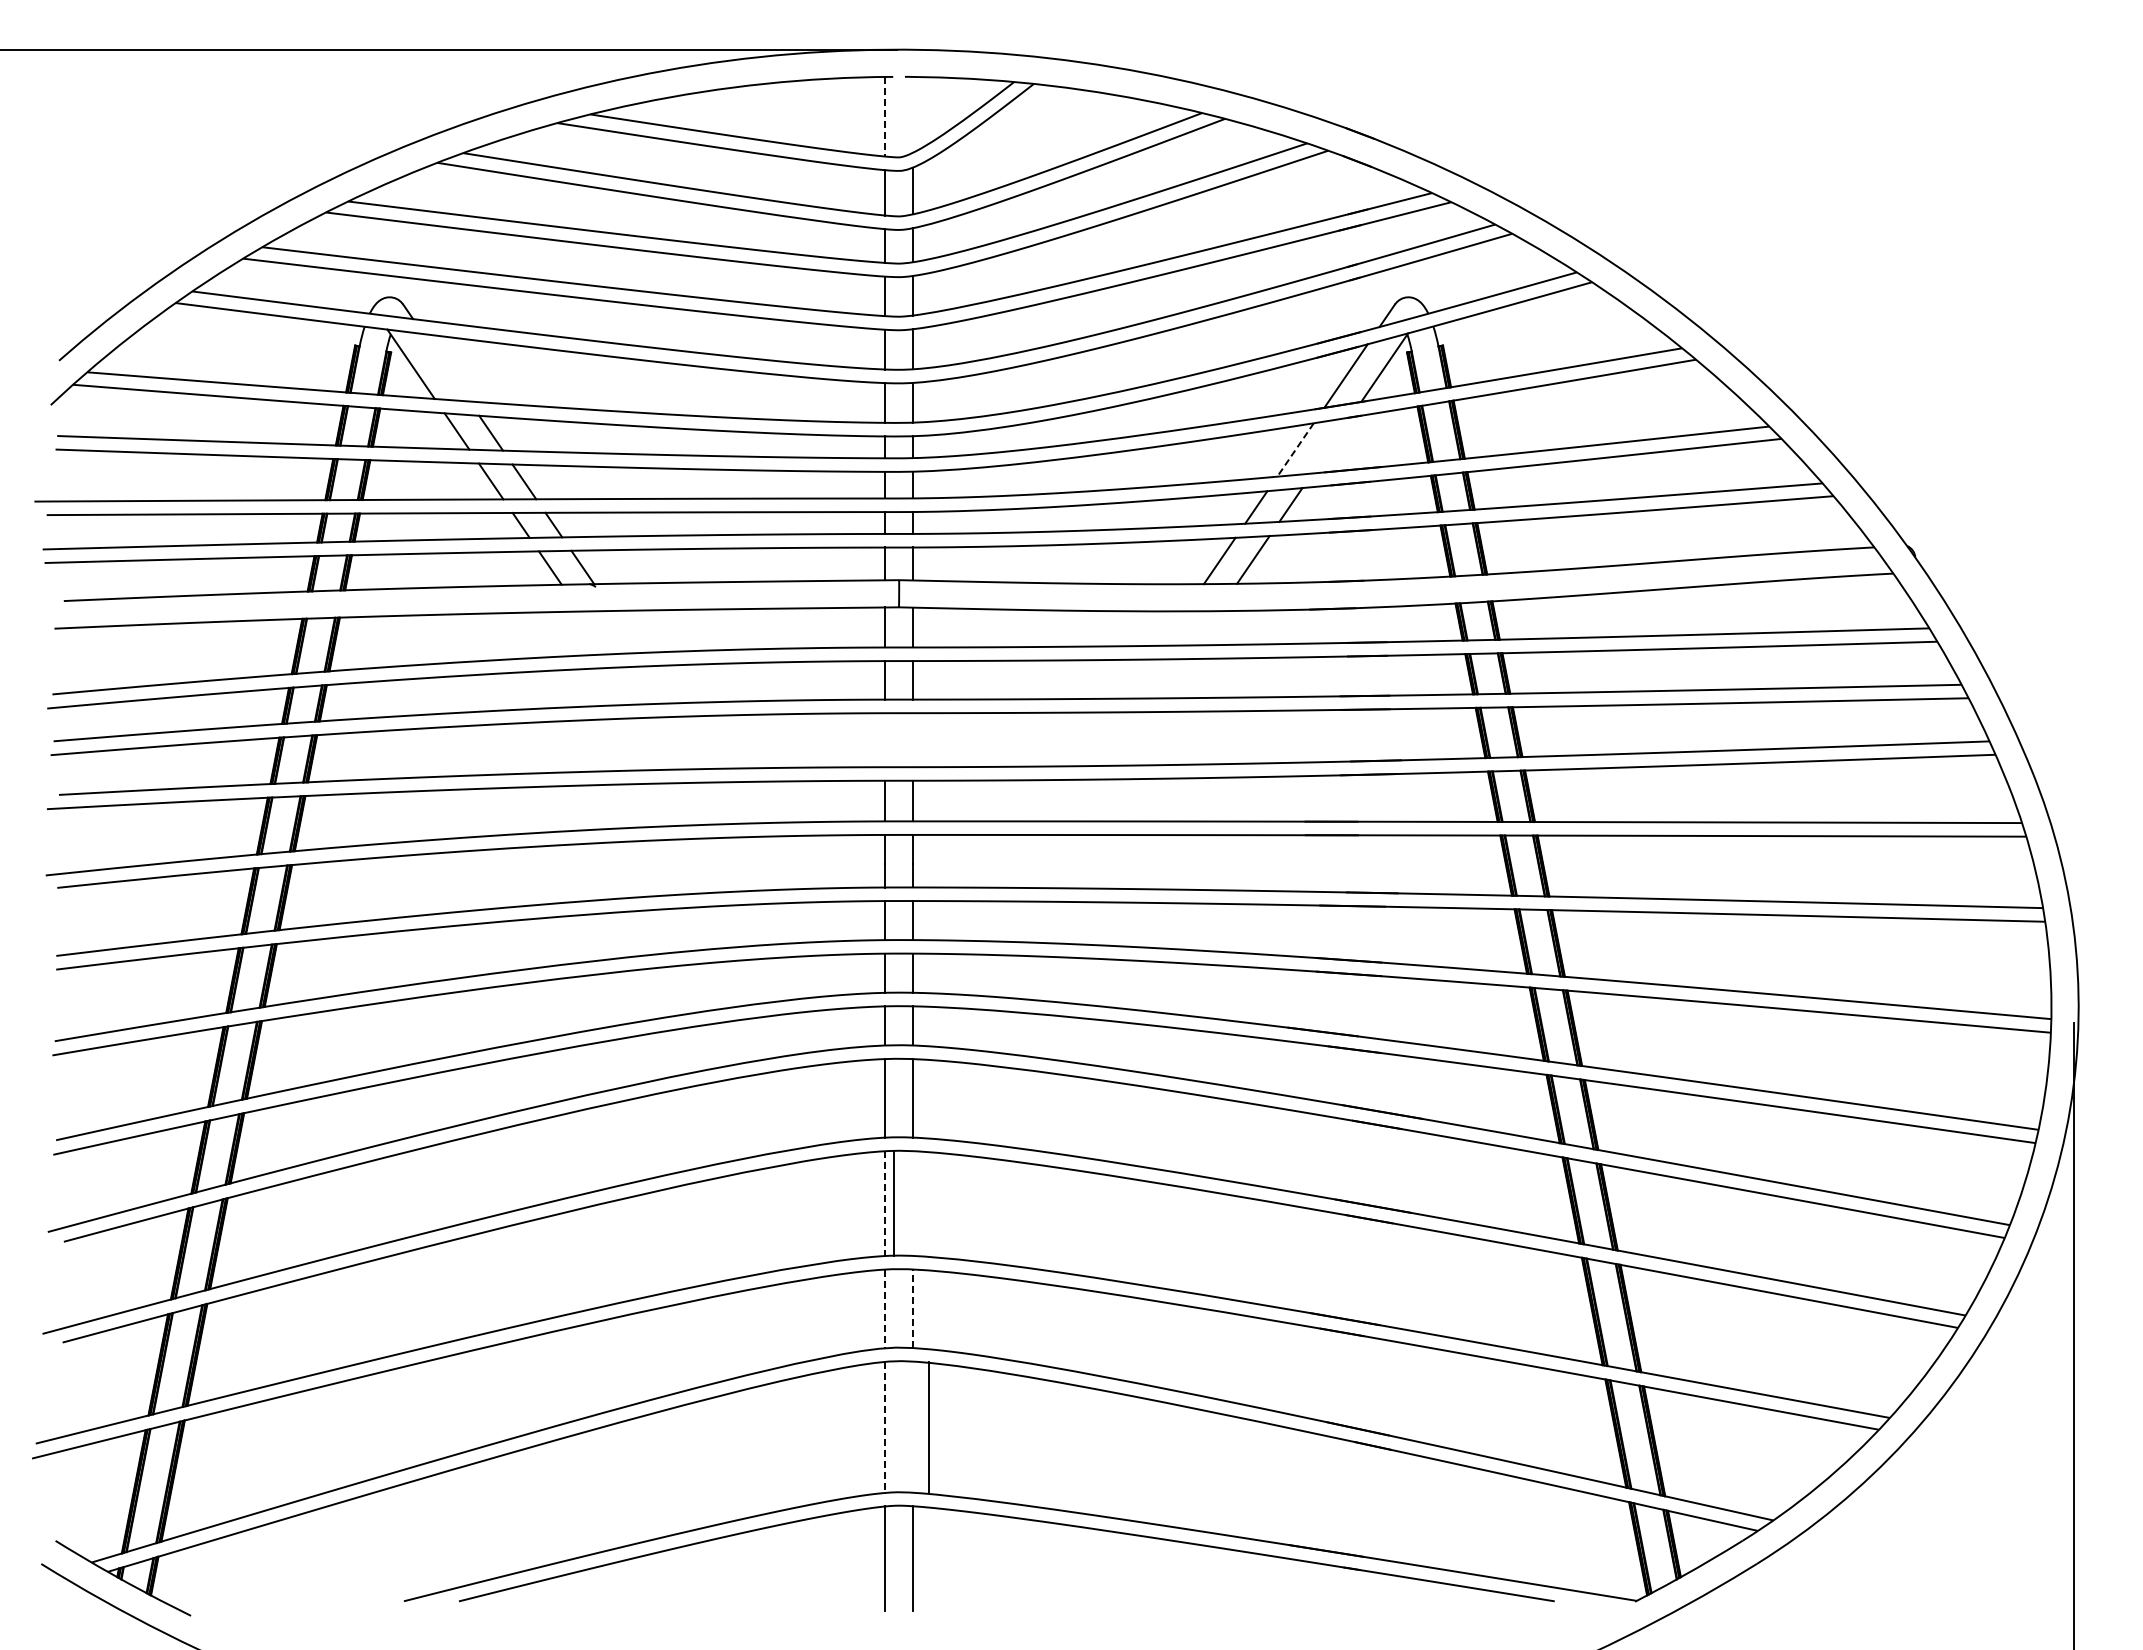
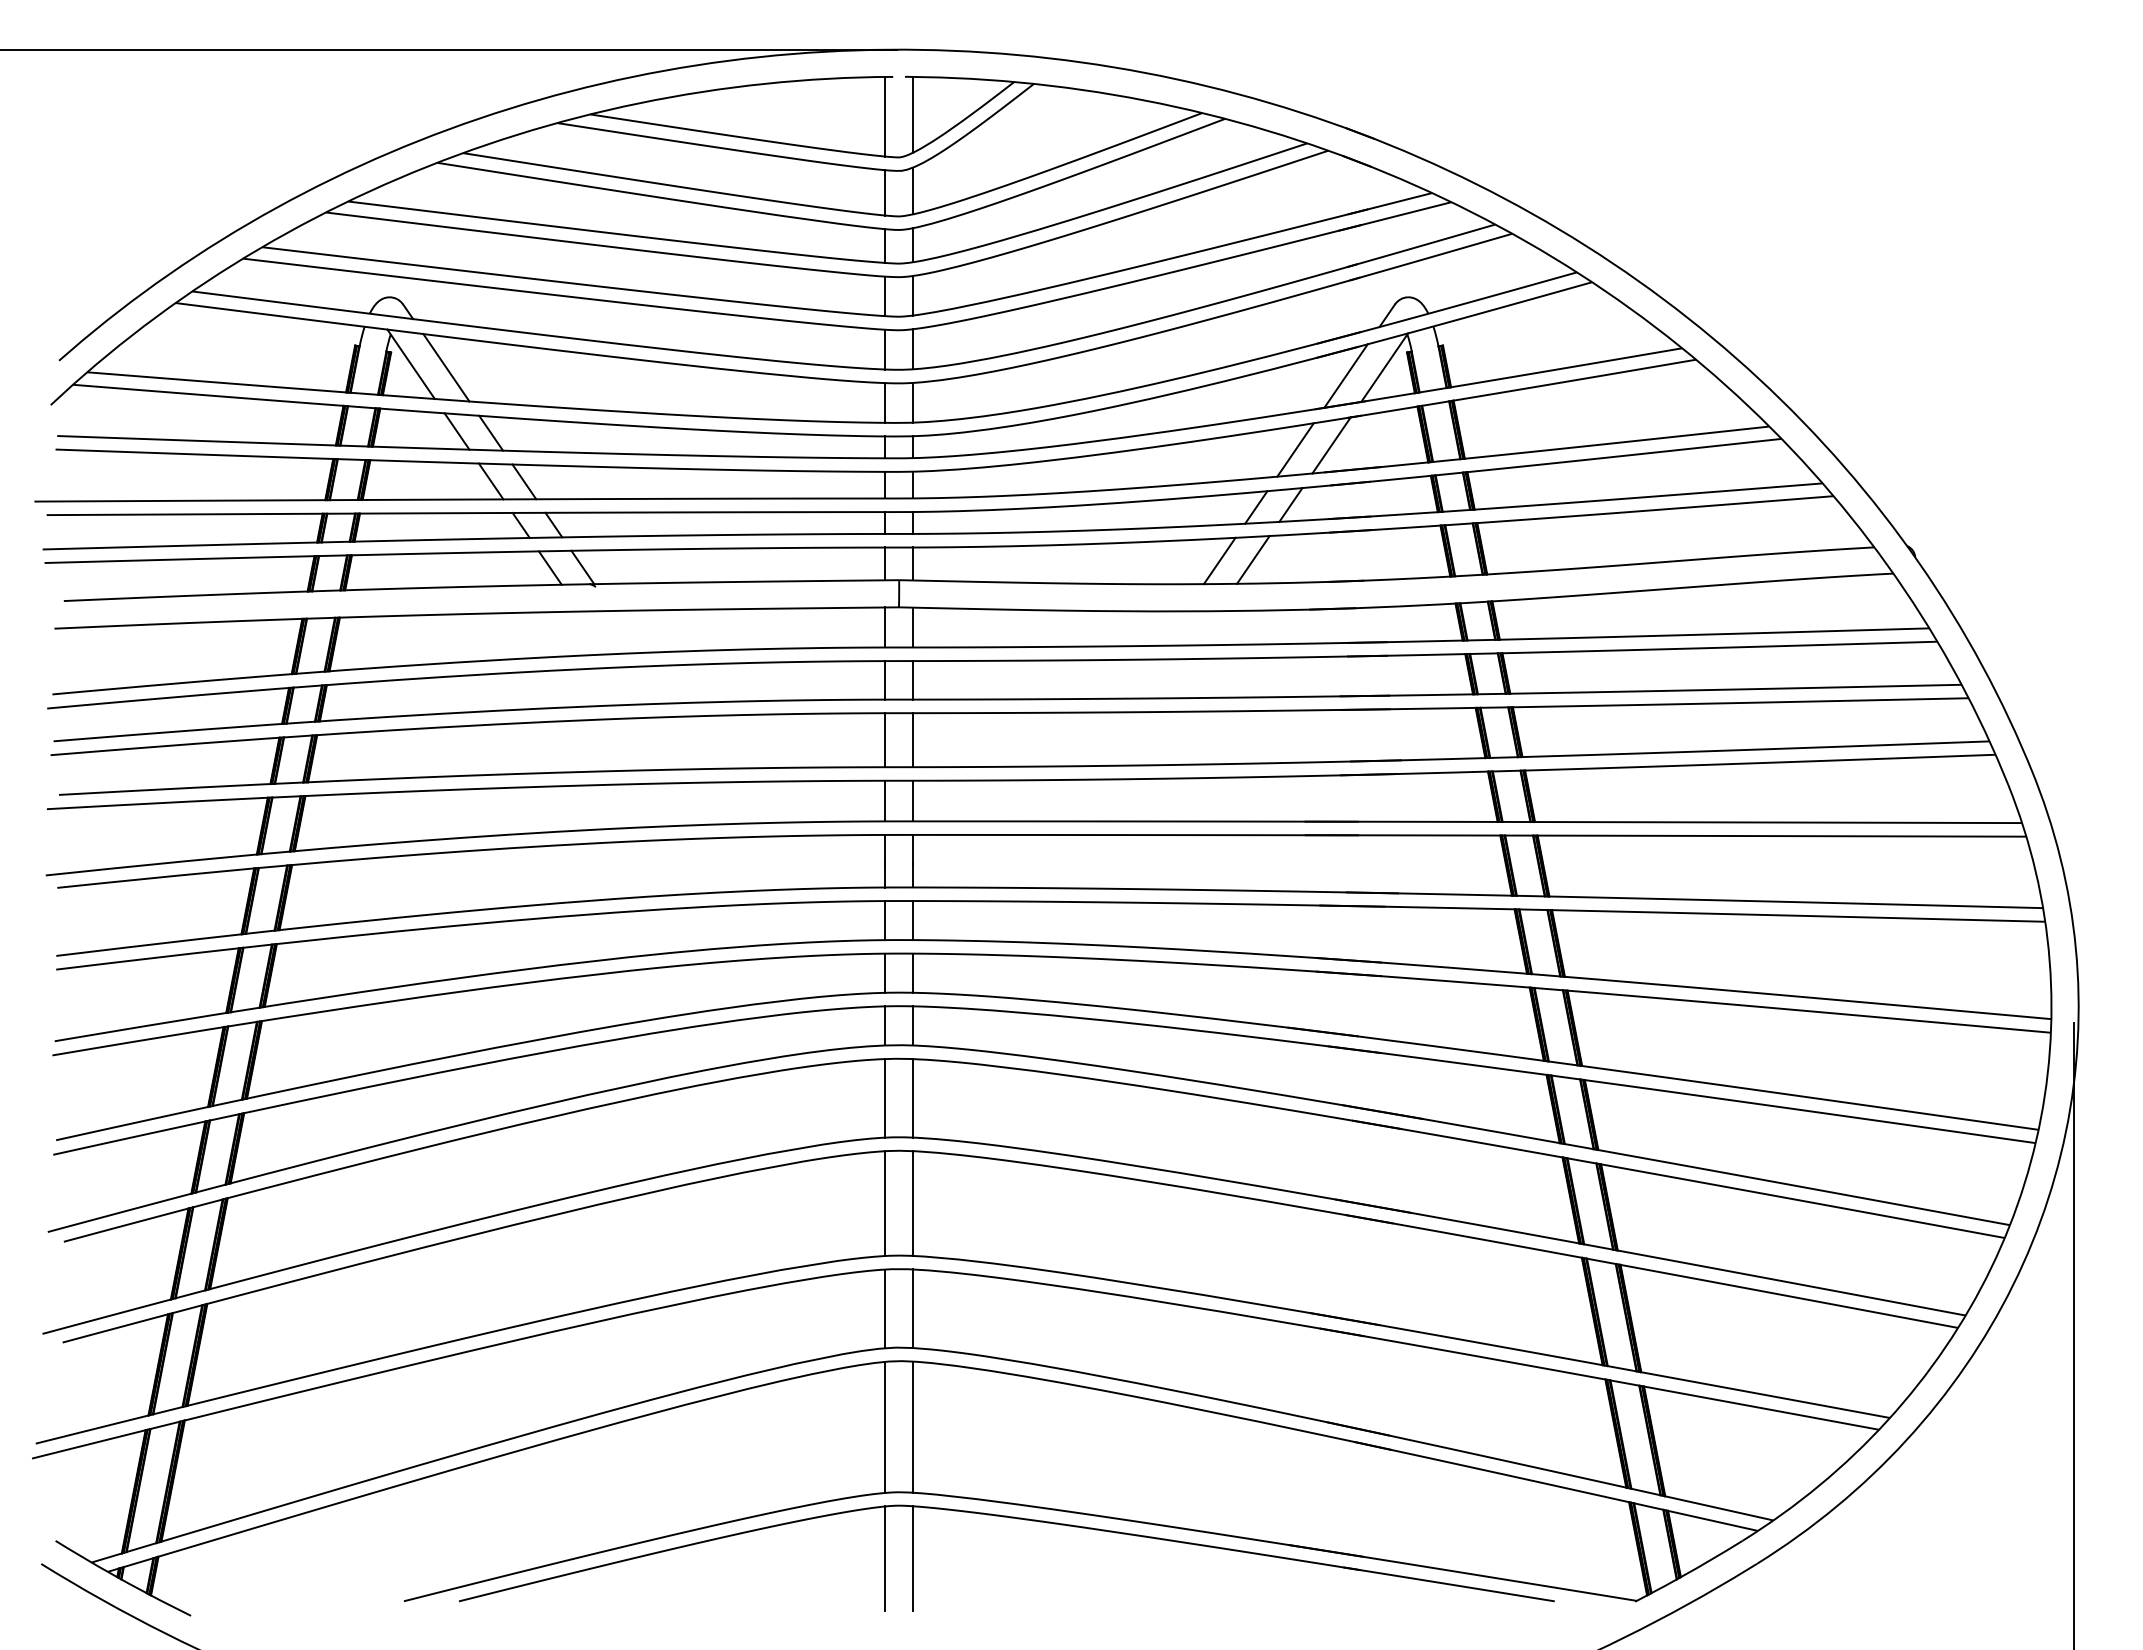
line at (912, 114): none -> present
line at (885, 116): dashed -> solid
line at (446, 367): none -> present
line at (1331, 445): none -> present
line at (1295, 450): dashed -> solid
line at (885, 740): none -> present
line at (912, 740): none -> present
line at (893, 1203) position: (893, 1203) -> (912, 1203)
line at (885, 1204): dashed -> solid
line at (912, 1308): dashed -> solid
line at (885, 1309): dashed -> solid
line at (928, 1426) position: (928, 1426) -> (912, 1426)
line at (885, 1427): dashed -> solid
